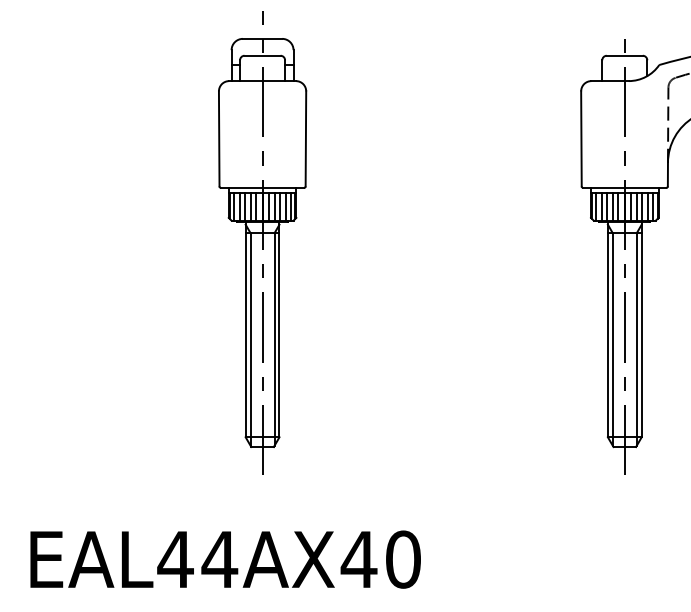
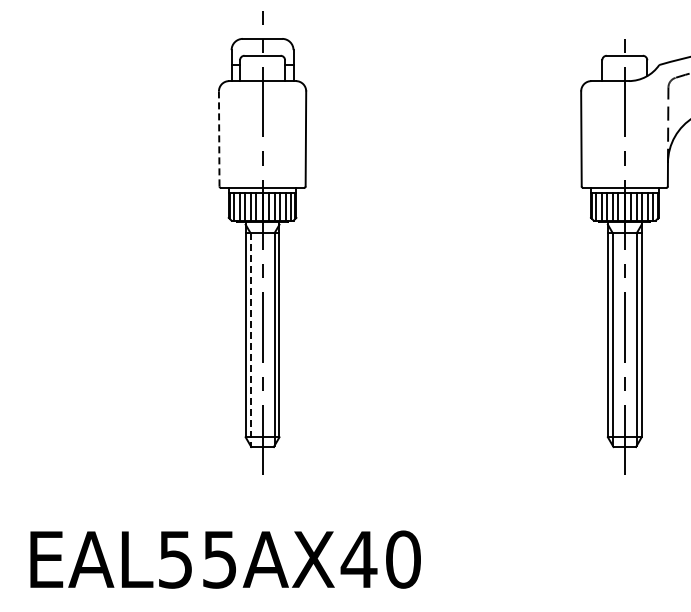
line at (219, 138): solid -> dashed
line at (250, 339): solid -> dashed
text at (197, 559): EAL44AX40 -> EAL55AX40
